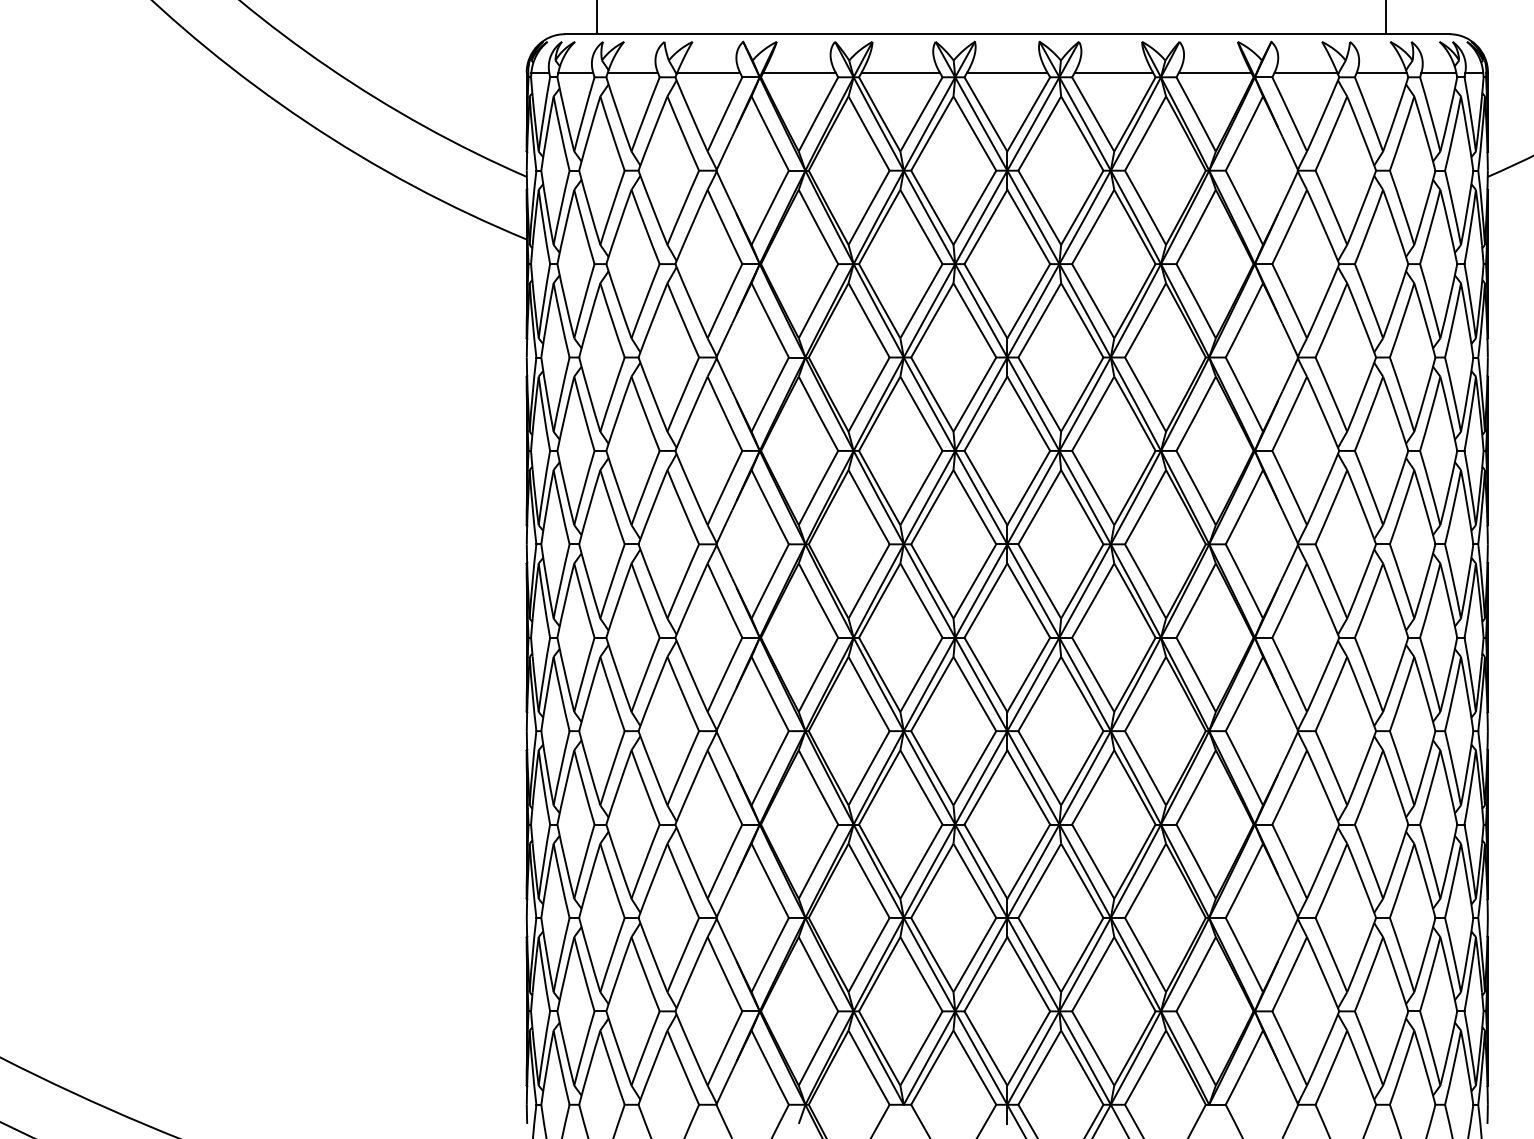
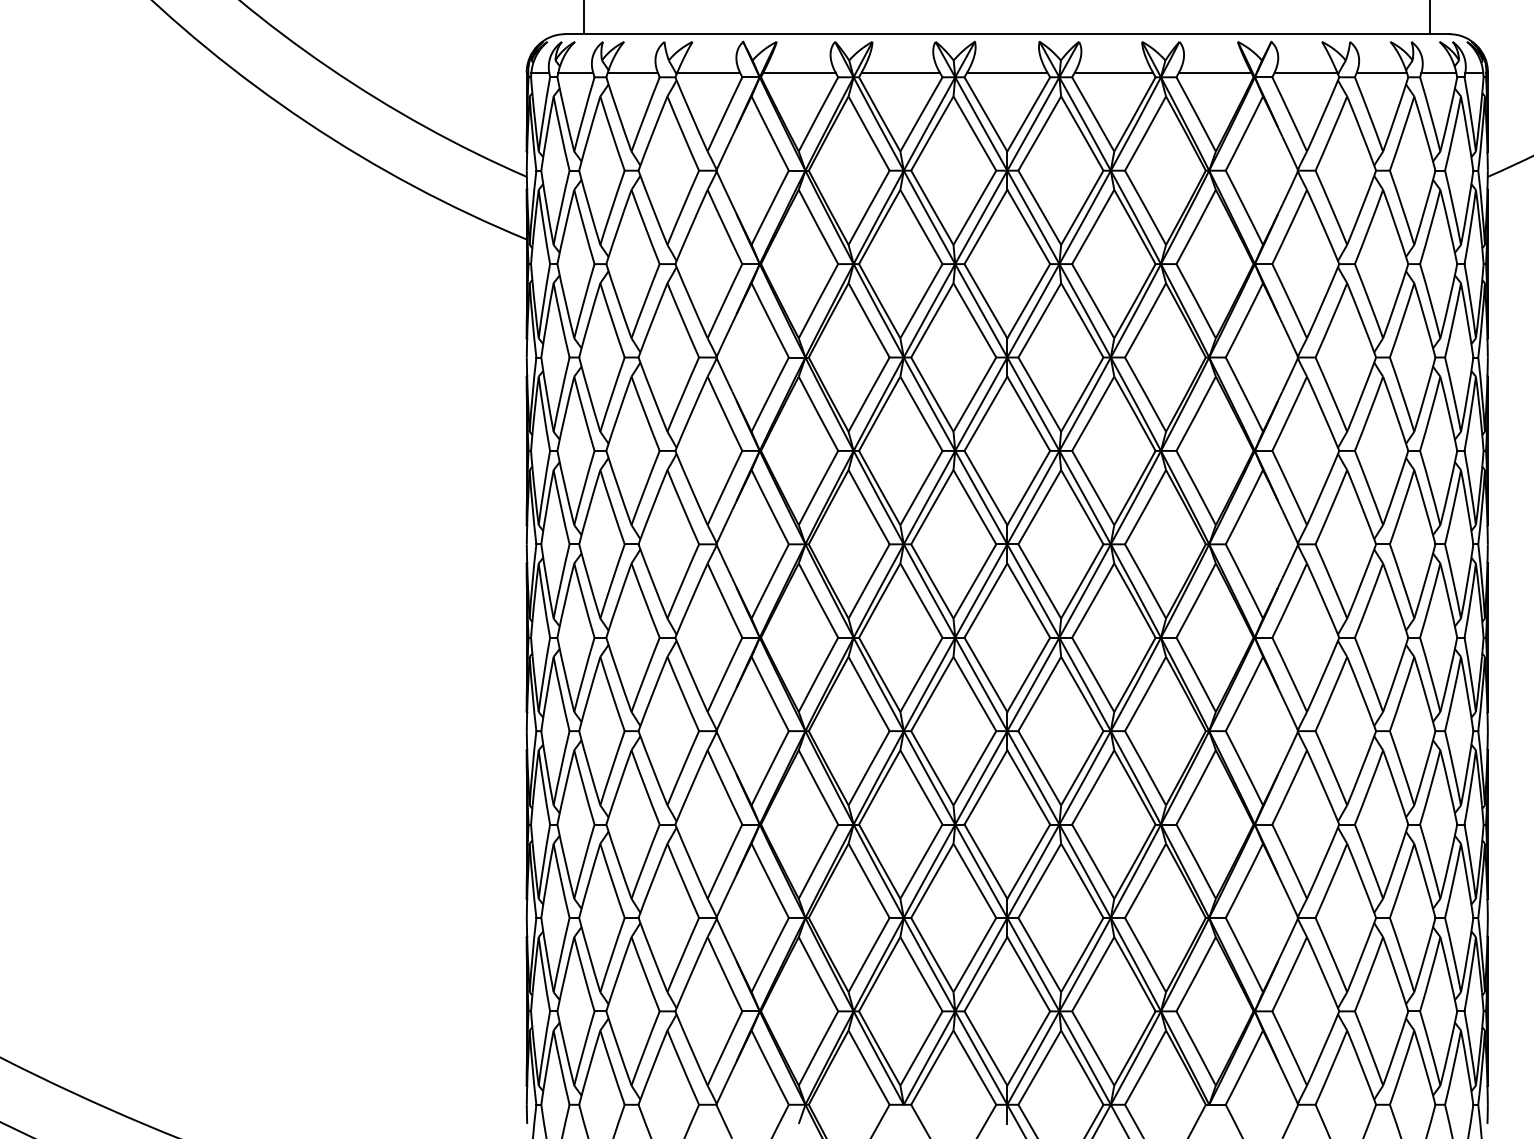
line at (597, 18) position: (597, 18) -> (584, 18)
line at (1386, 18) position: (1386, 18) -> (1430, 18)
